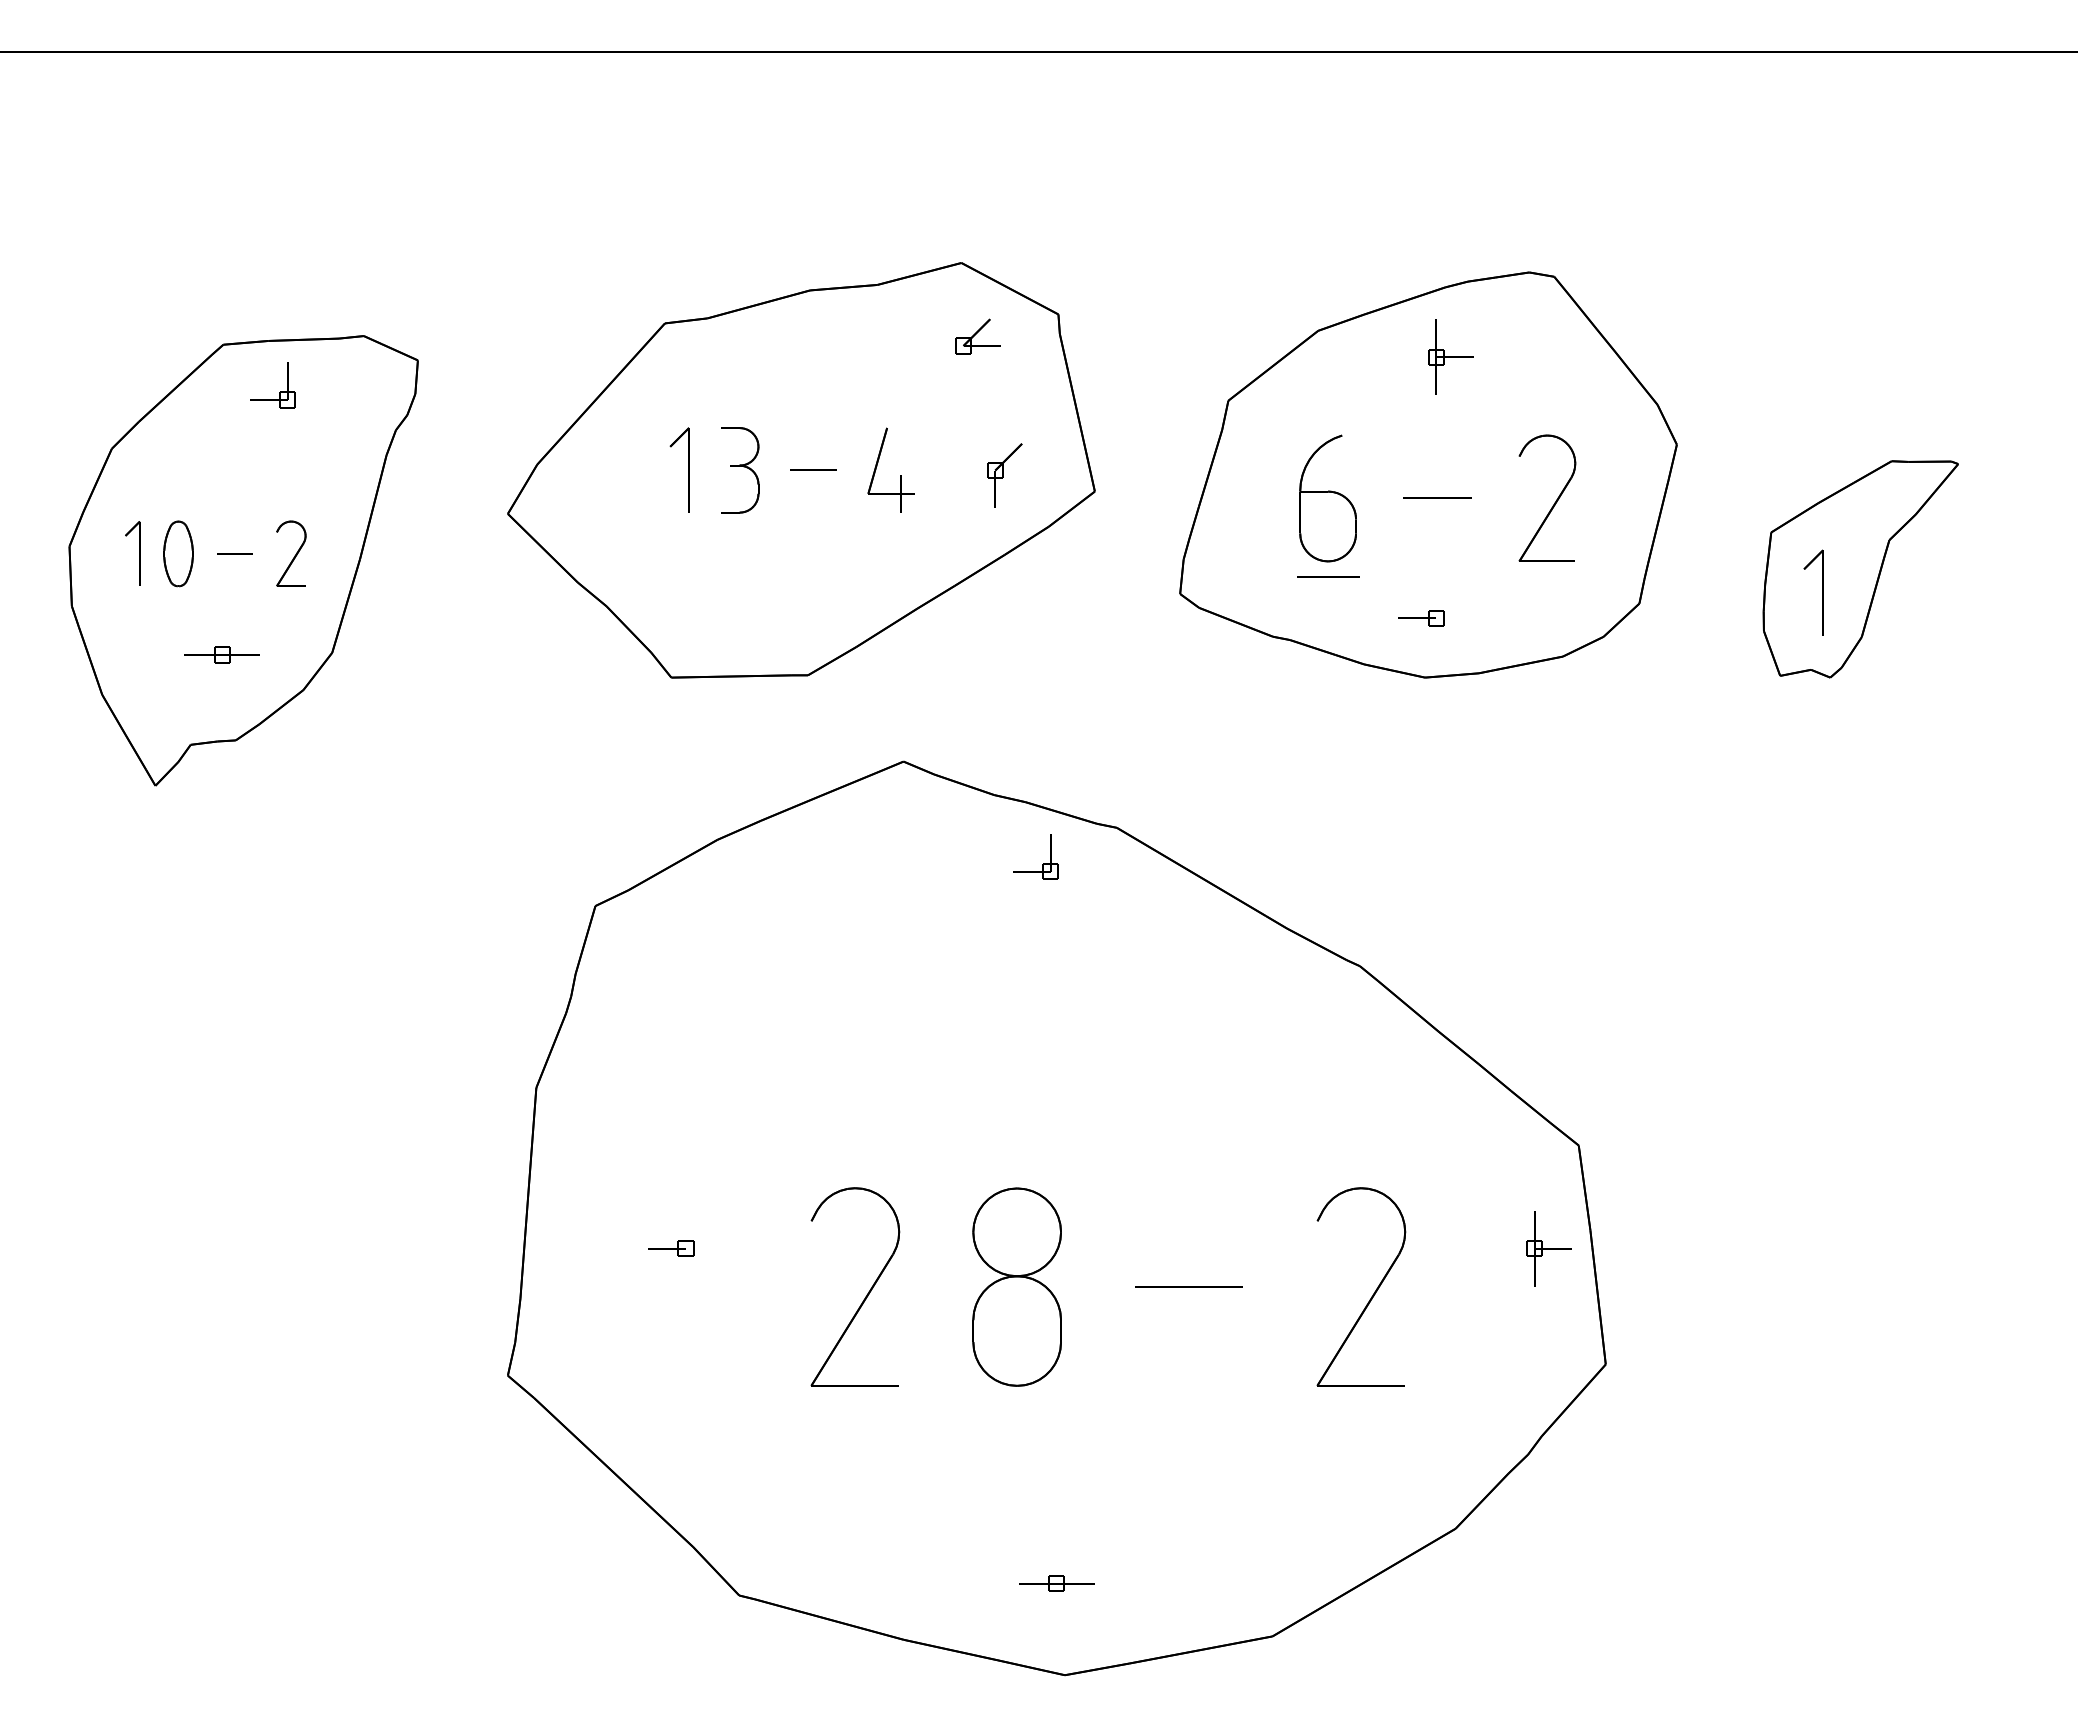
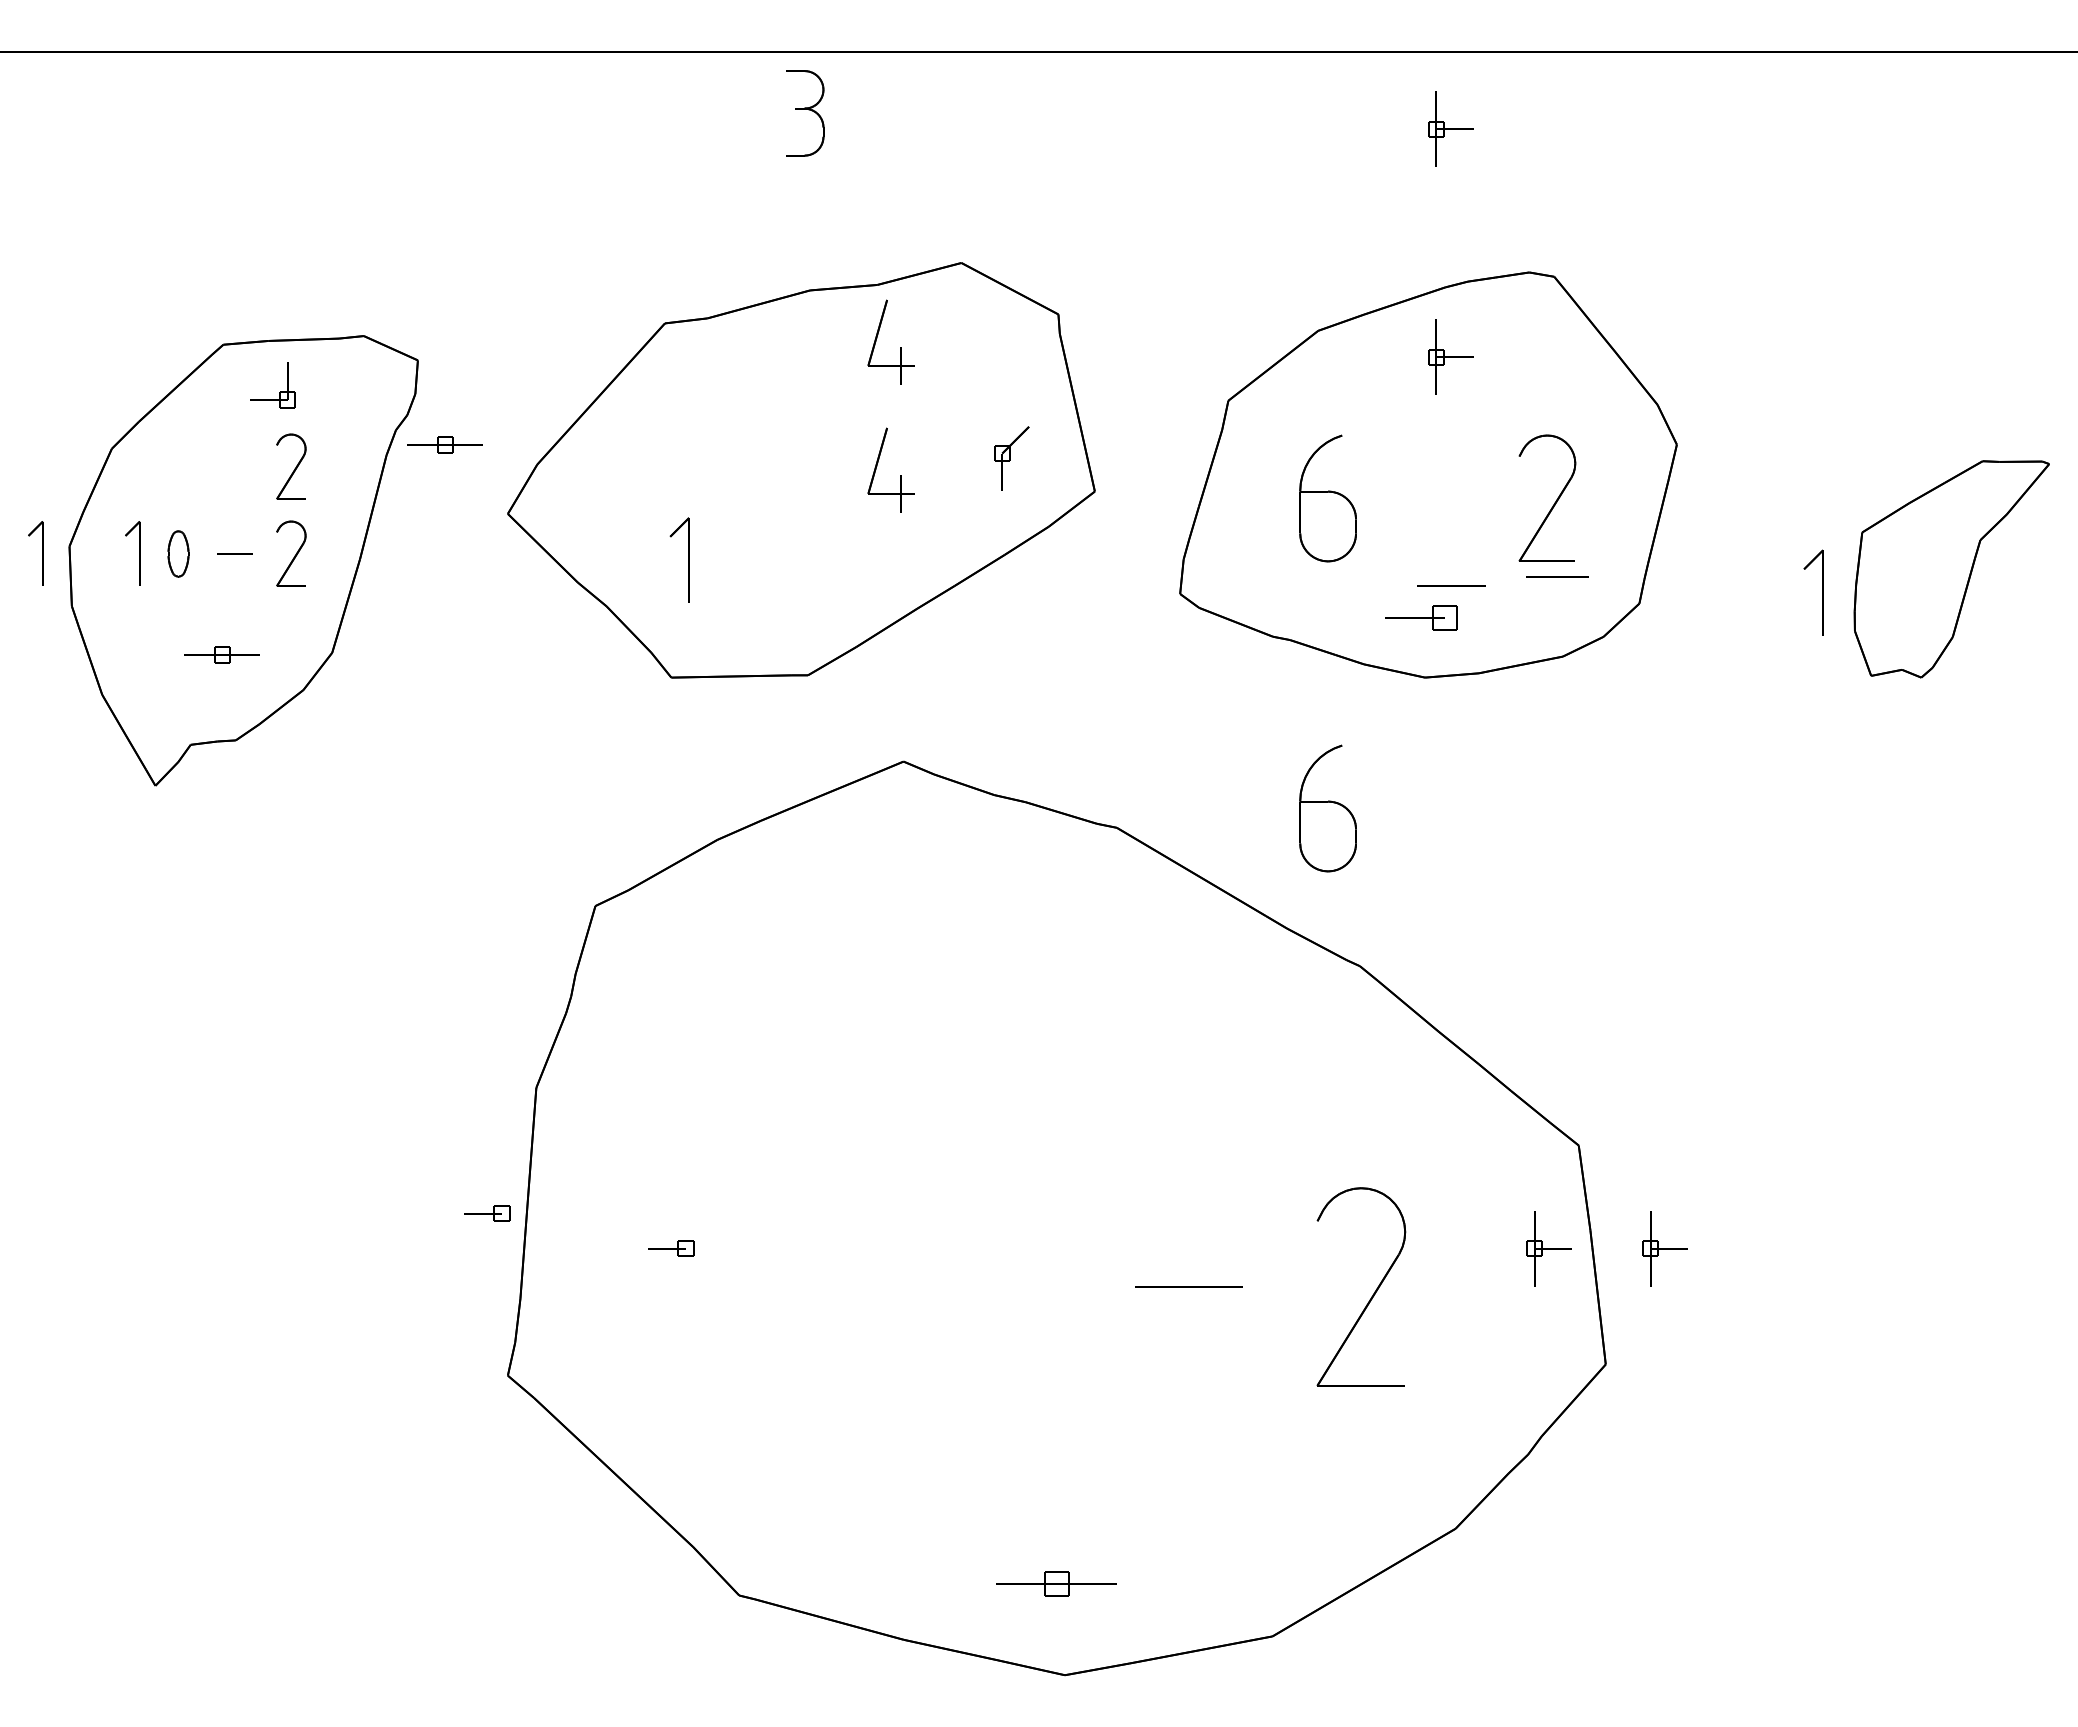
part at (1450, 128): none -> present
part at (977, 336): present -> none
part at (900, 347): none -> present
part at (444, 444): none -> present
part at (291, 466): none -> present
part at (688, 469) position: (688, 469) -> (688, 559)
line at (813, 469): present -> none
part at (740, 470) position: (740, 470) -> (805, 113)
part at (1004, 475) position: (1004, 475) -> (1011, 458)
line at (1437, 497) position: (1437, 497) -> (1451, 585)
part at (42, 553): none -> present
part at (178, 553) size: 31x68 px -> 23x48 px
part at (1860, 569) position: (1860, 569) -> (1951, 569)
line at (1328, 576) position: (1328, 576) -> (1557, 576)
part at (1421, 618) size: 47x17 px -> 73x26 px
part at (1327, 808): none -> present
part at (1043, 863): present -> none
part at (487, 1213): none -> present
part at (1664, 1248): none -> present
part at (1016, 1286): present -> none
part at (866, 1294): present -> none
part at (1056, 1583) size: 76x17 px -> 121x26 px
